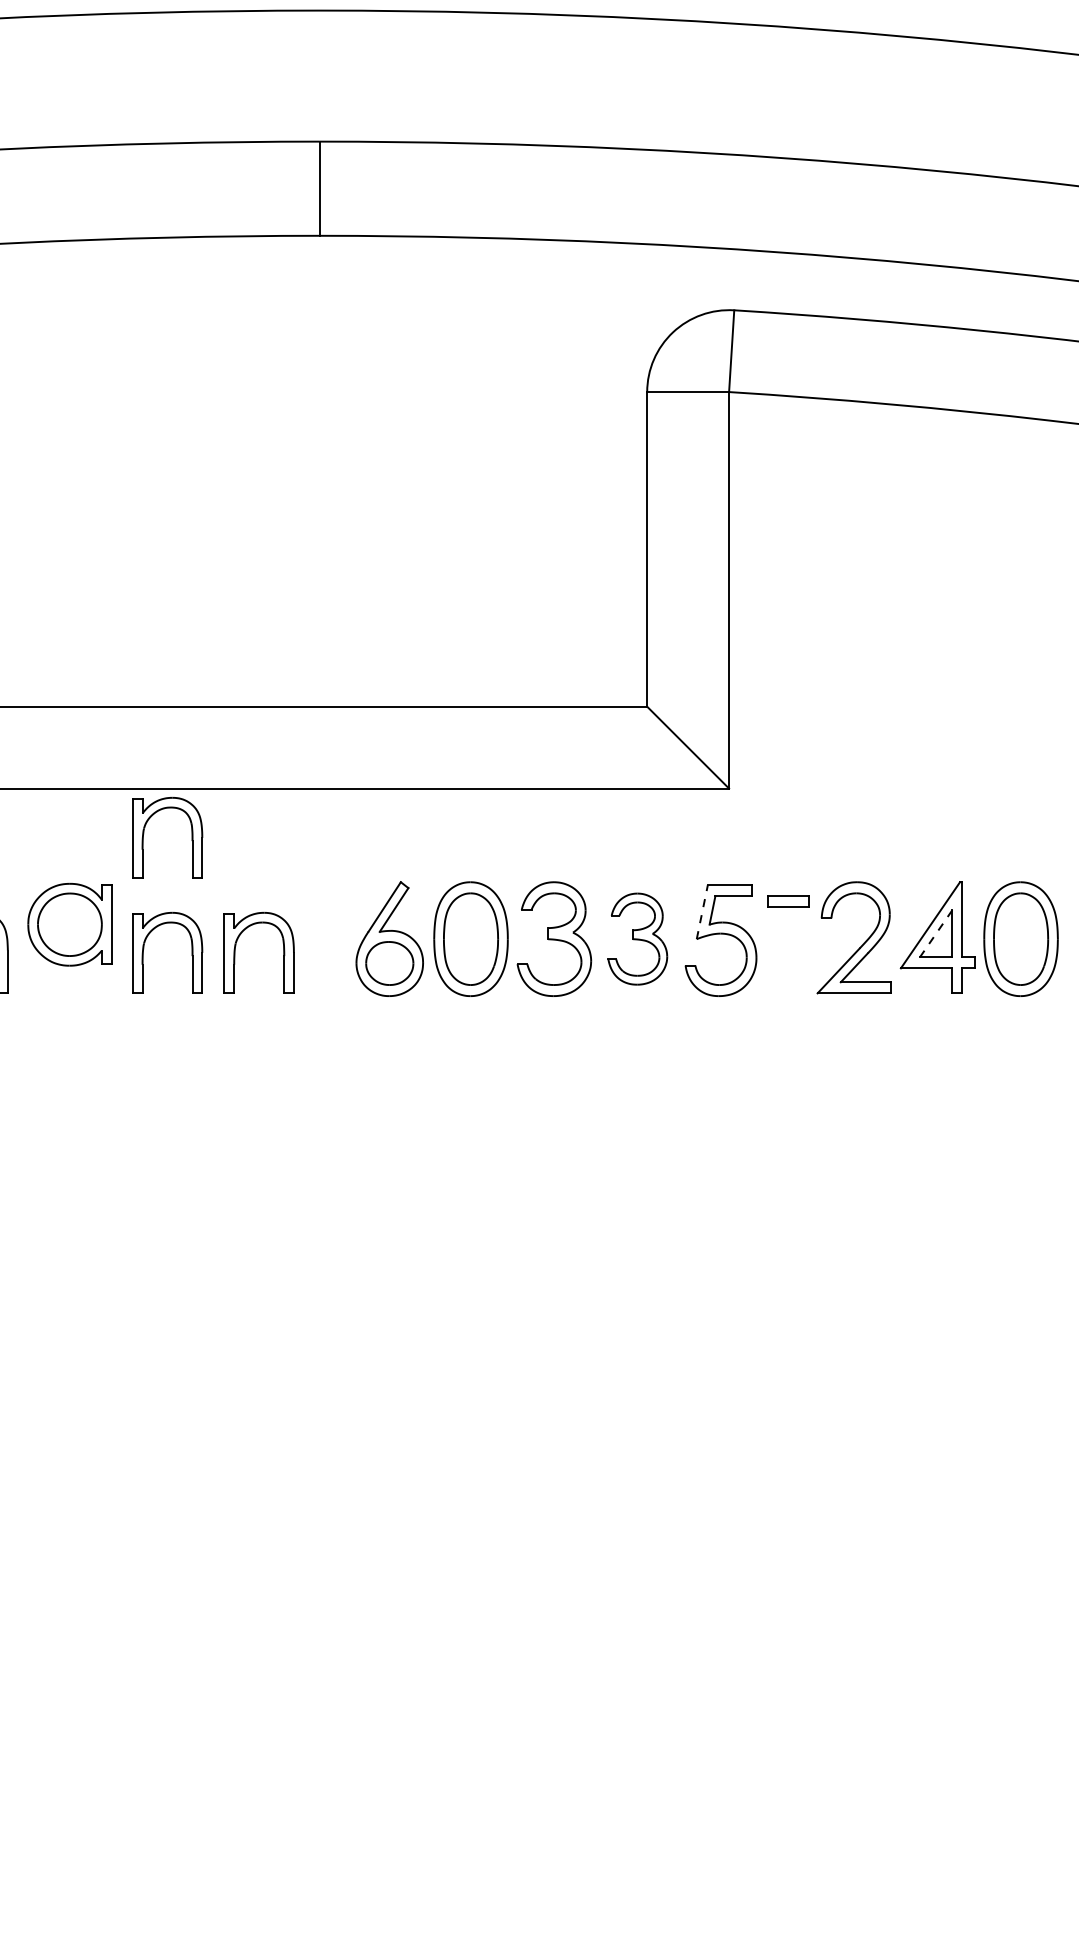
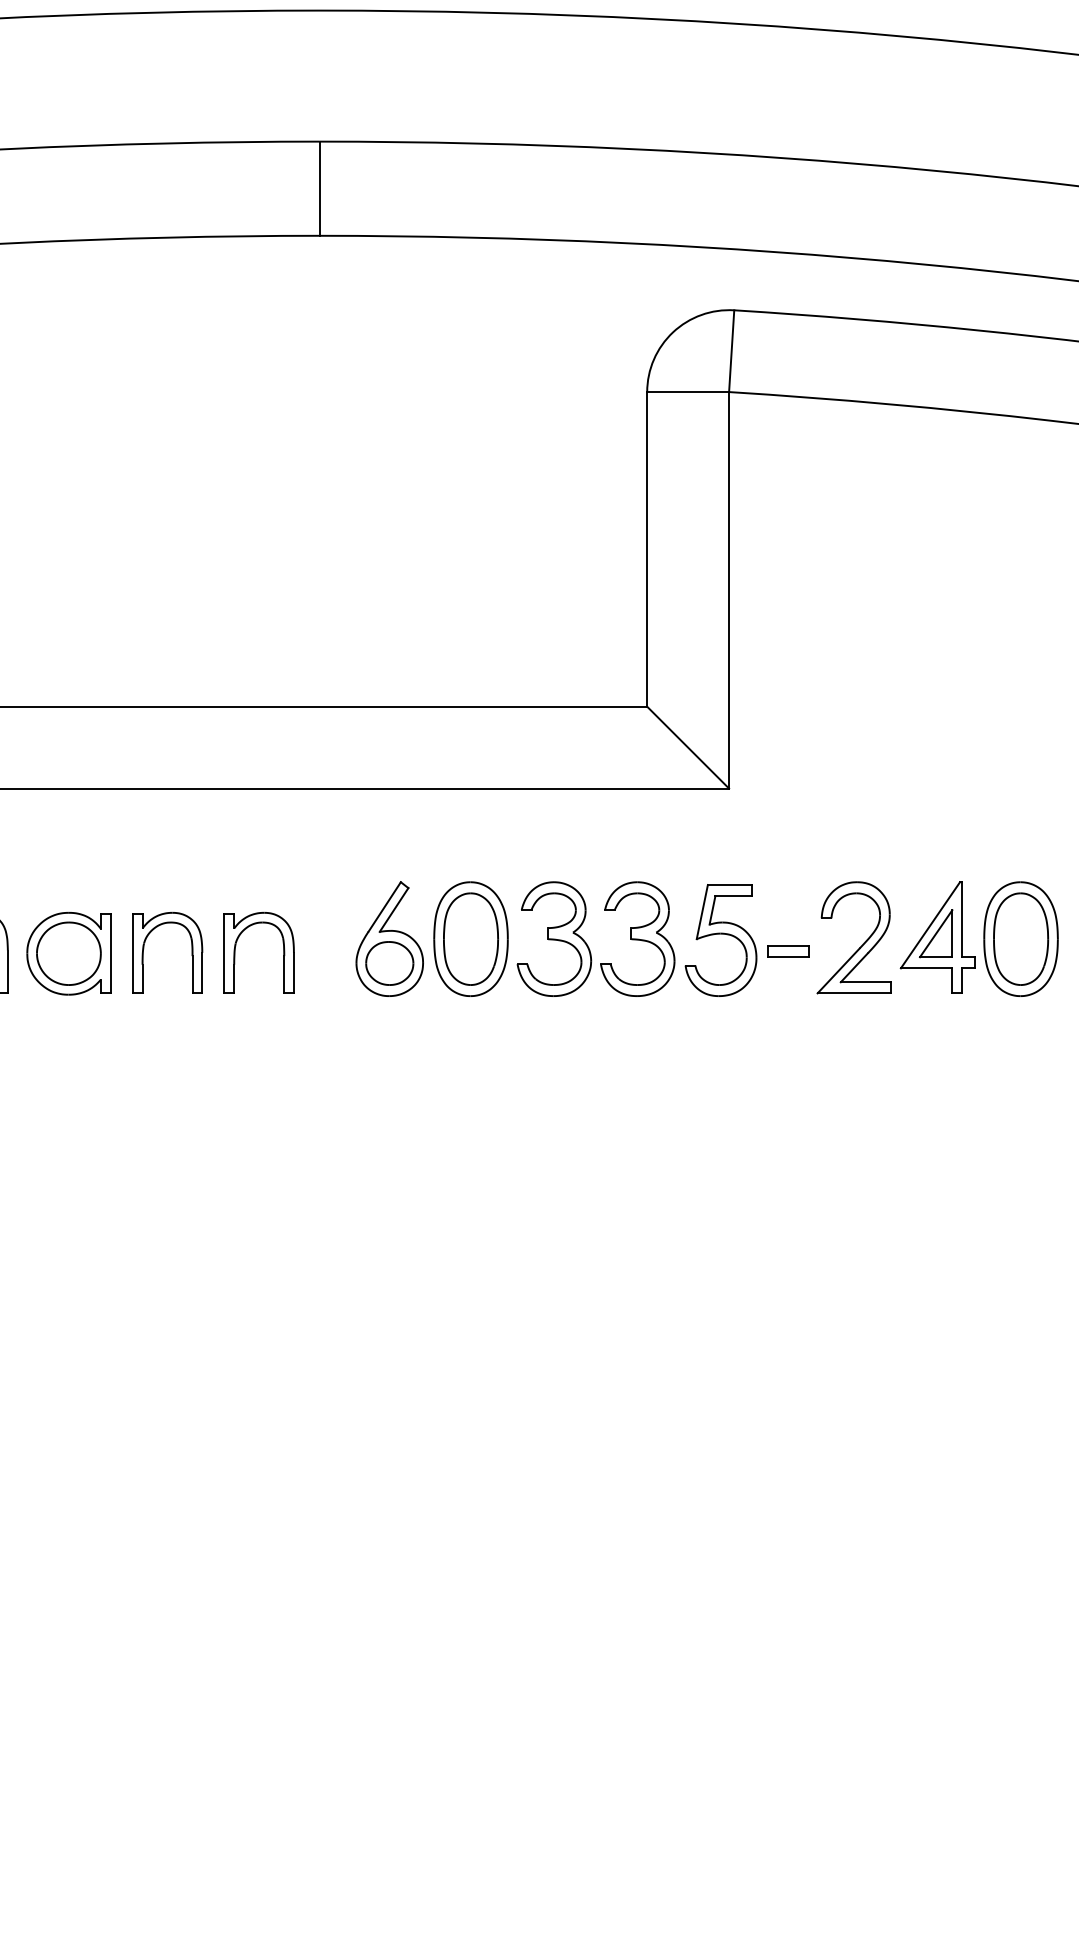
part at (144, 833): present -> none
part at (788, 901) position: (788, 901) -> (788, 951)
line at (702, 912): dashed -> solid
part at (69, 924) position: (69, 924) -> (68, 953)
line at (936, 933): dashed -> solid
part at (637, 938) size: 62x94 px -> 76x116 px
